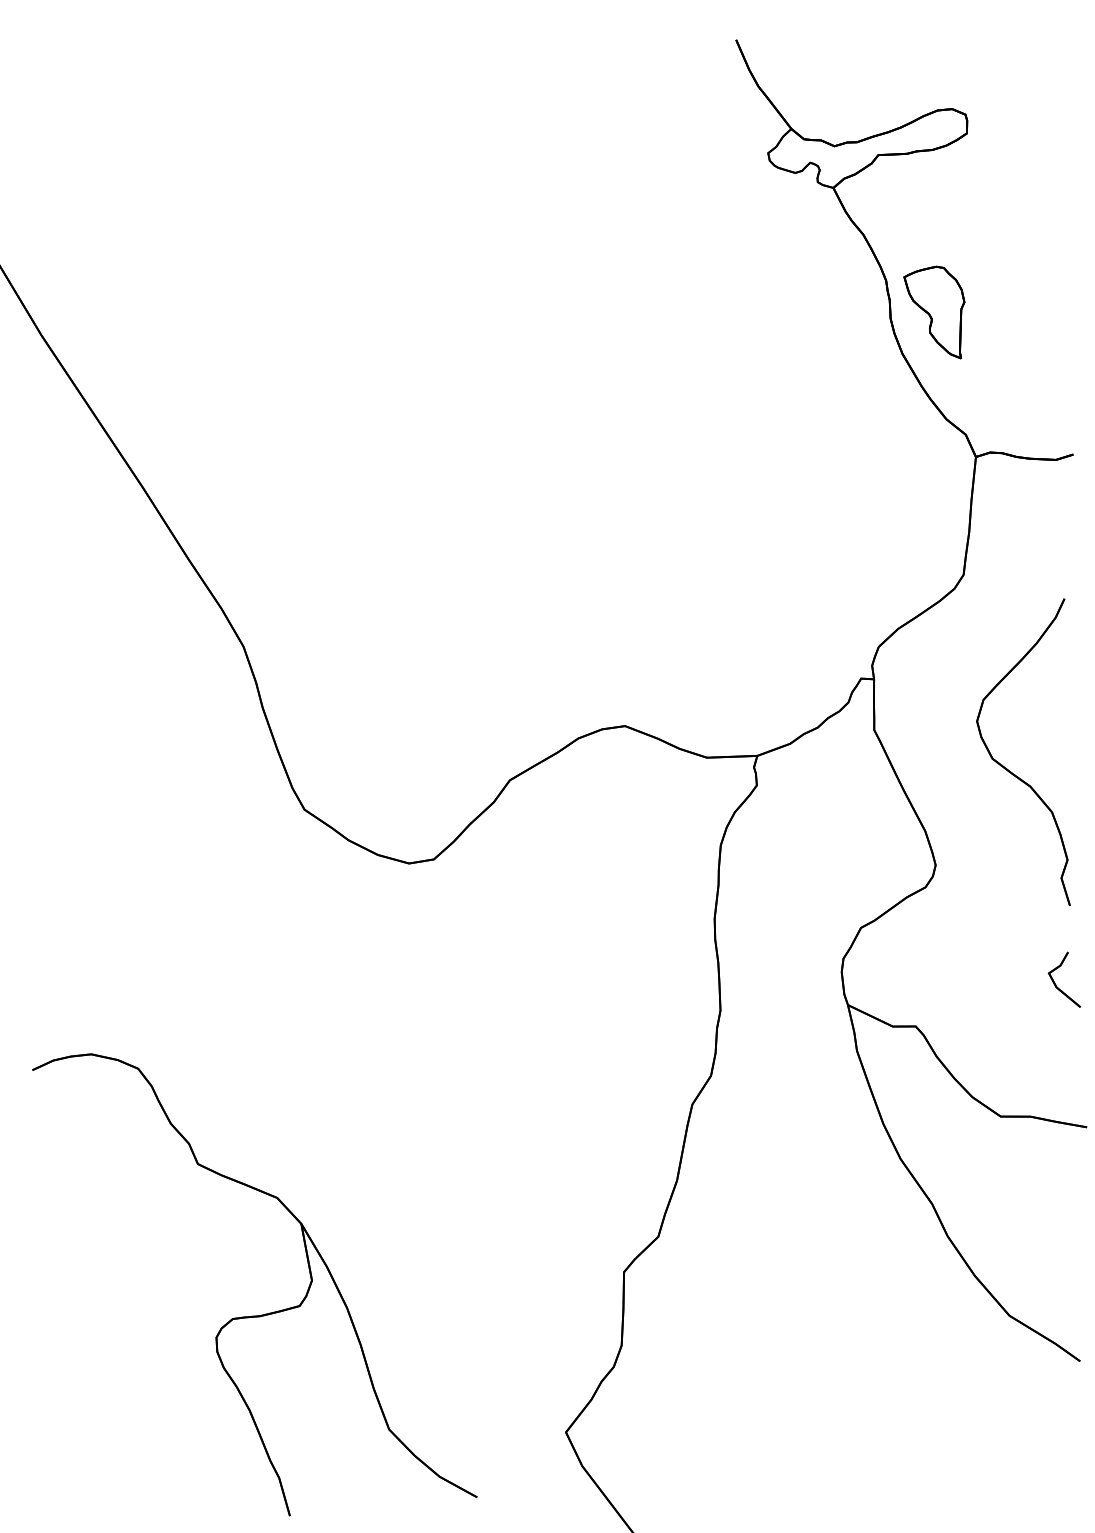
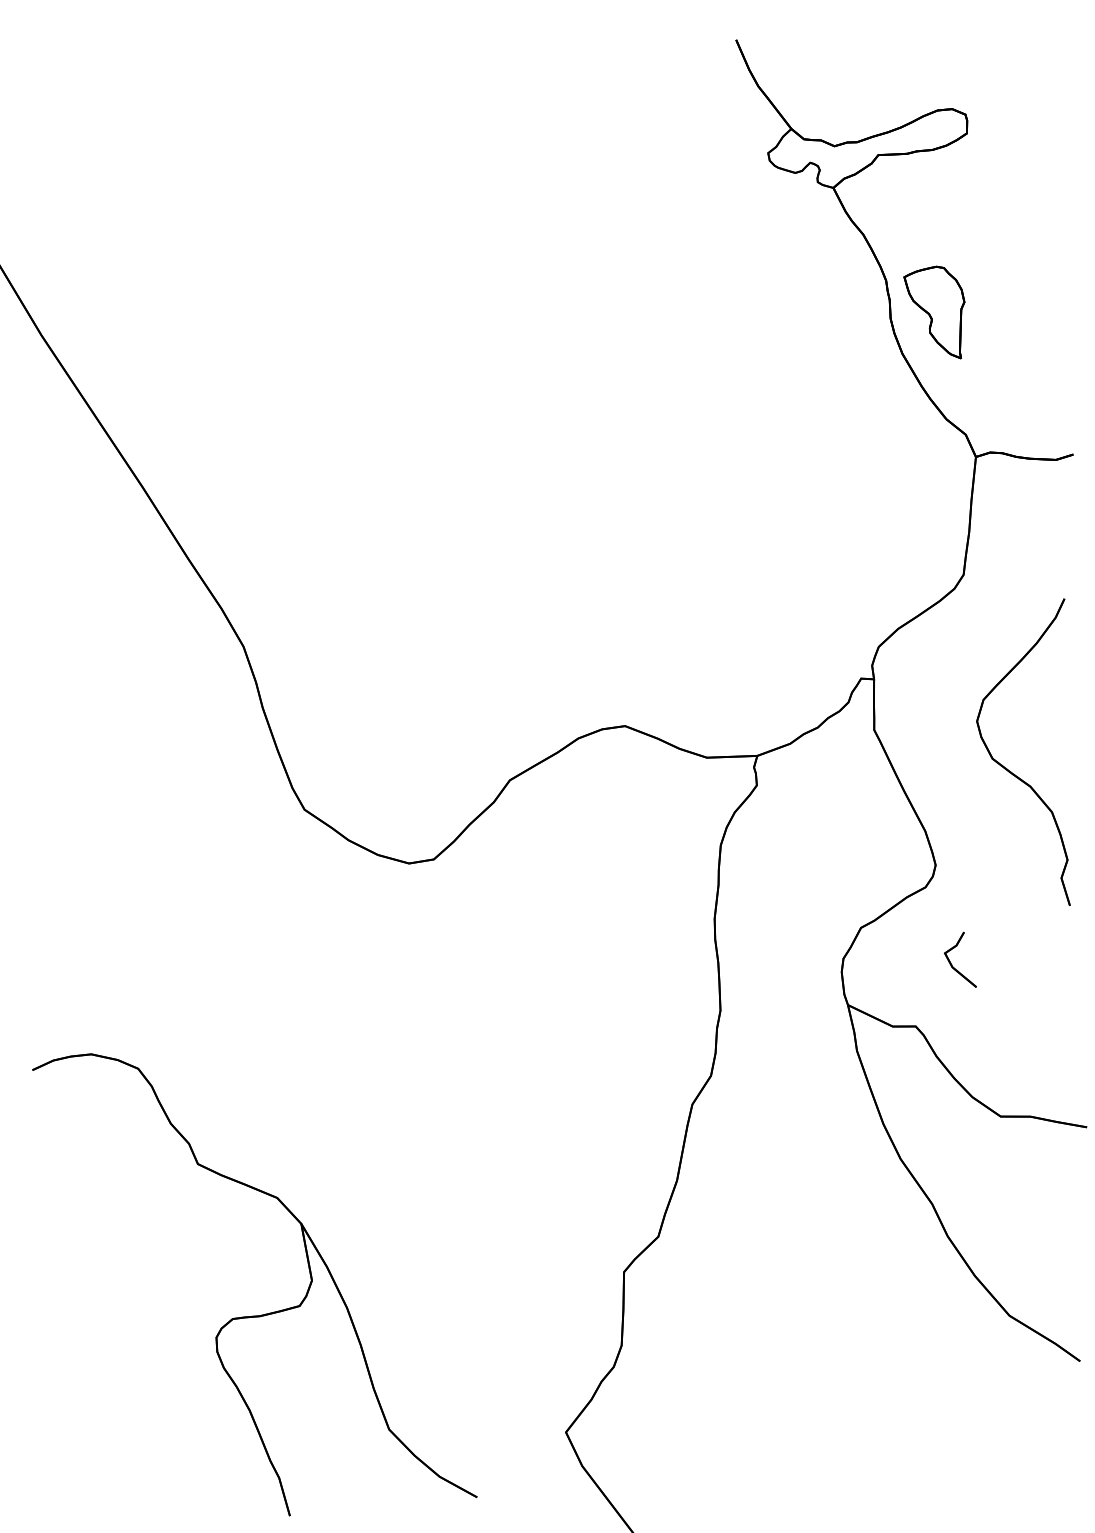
part at (1056, 984) position: (1056, 984) -> (952, 964)
